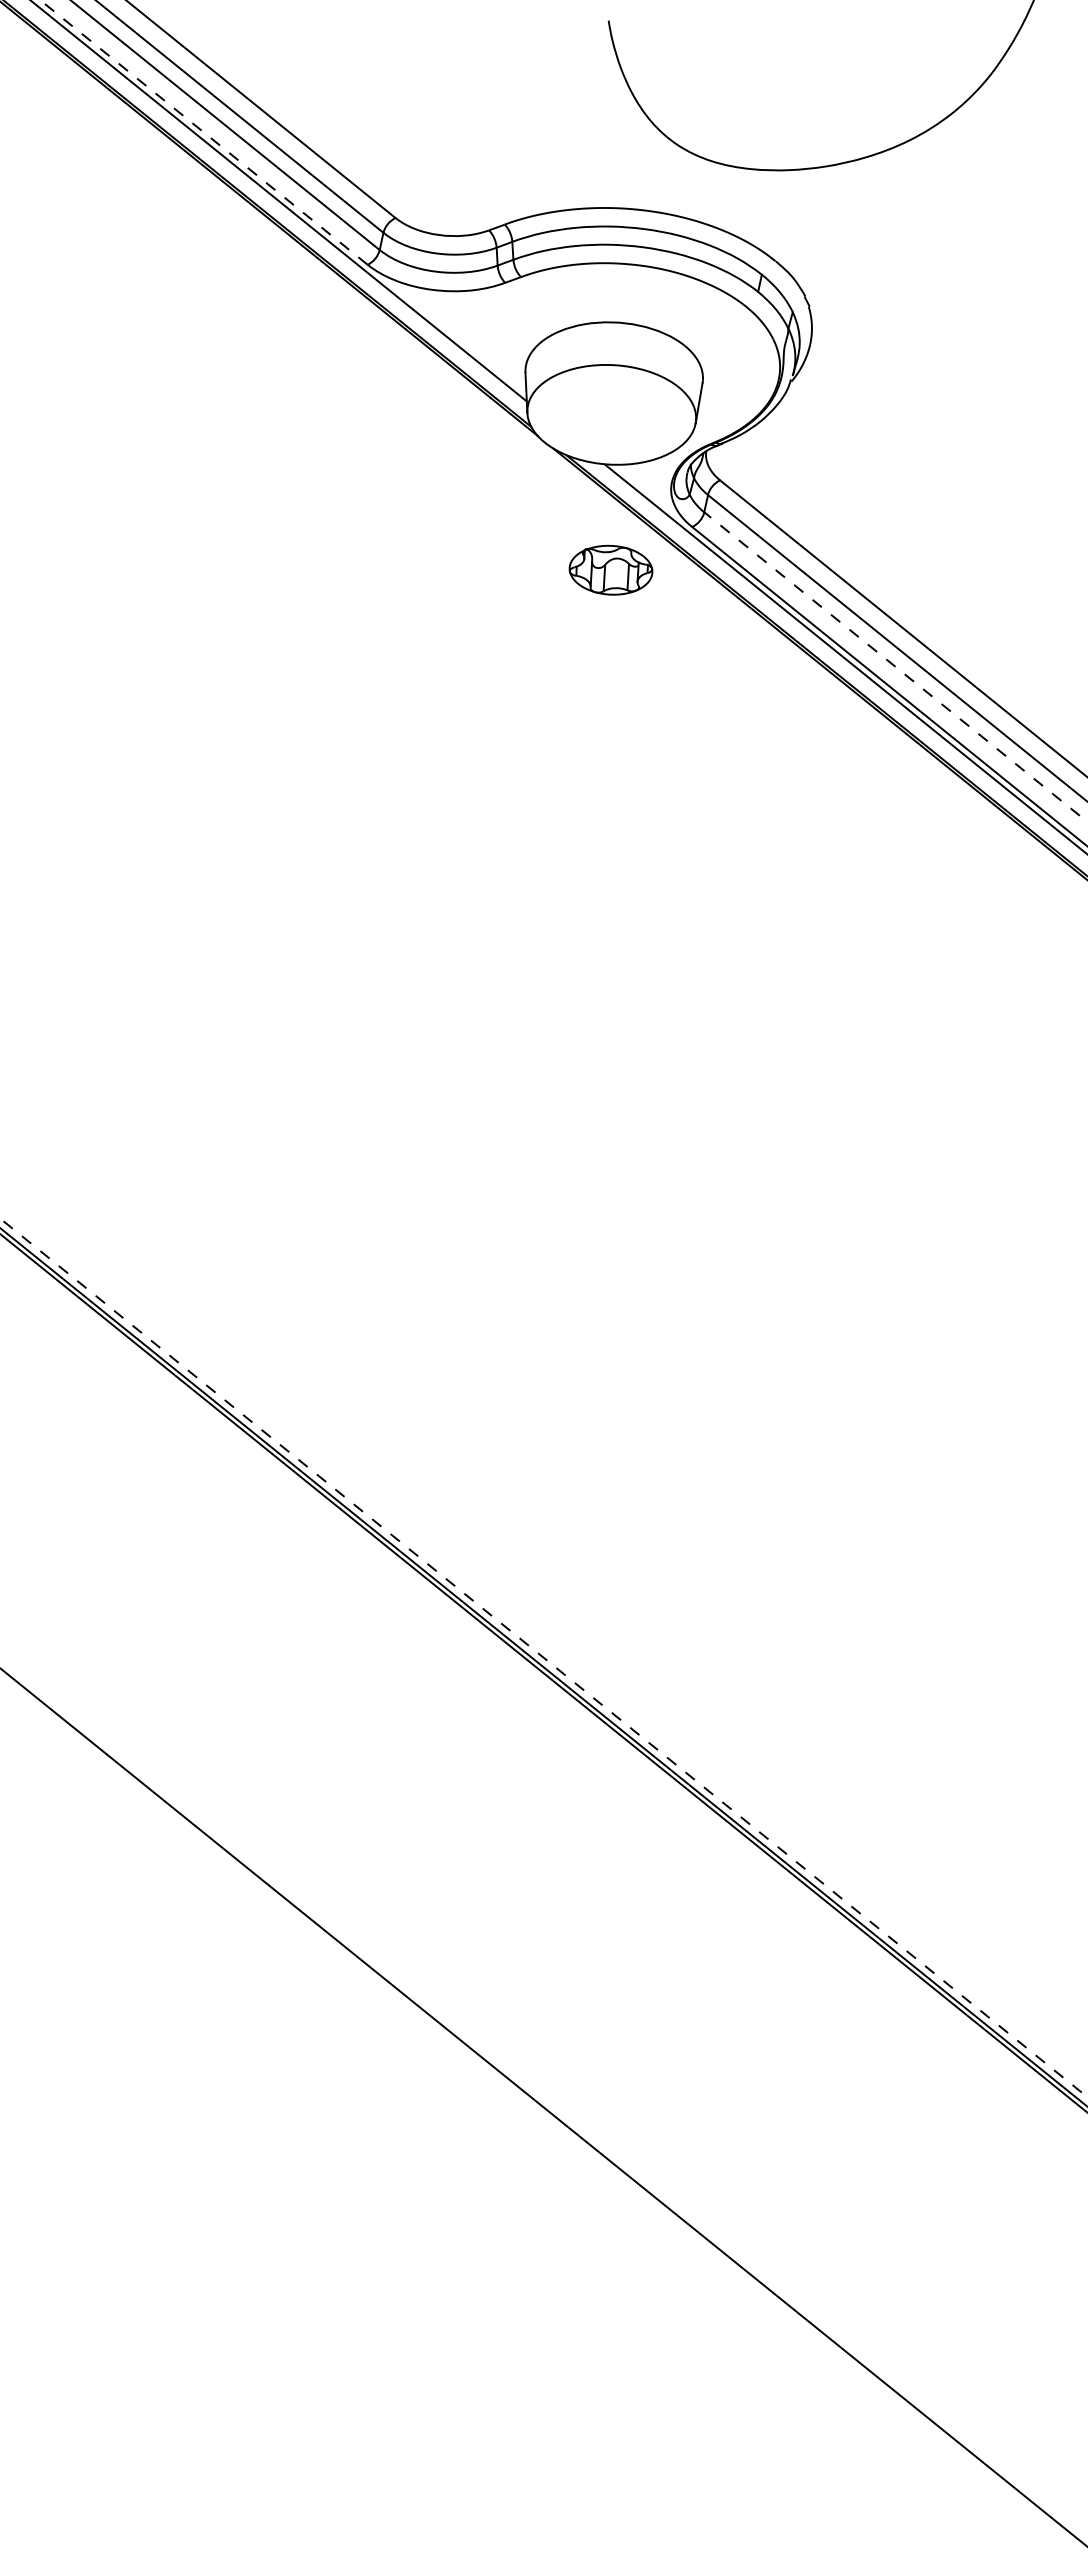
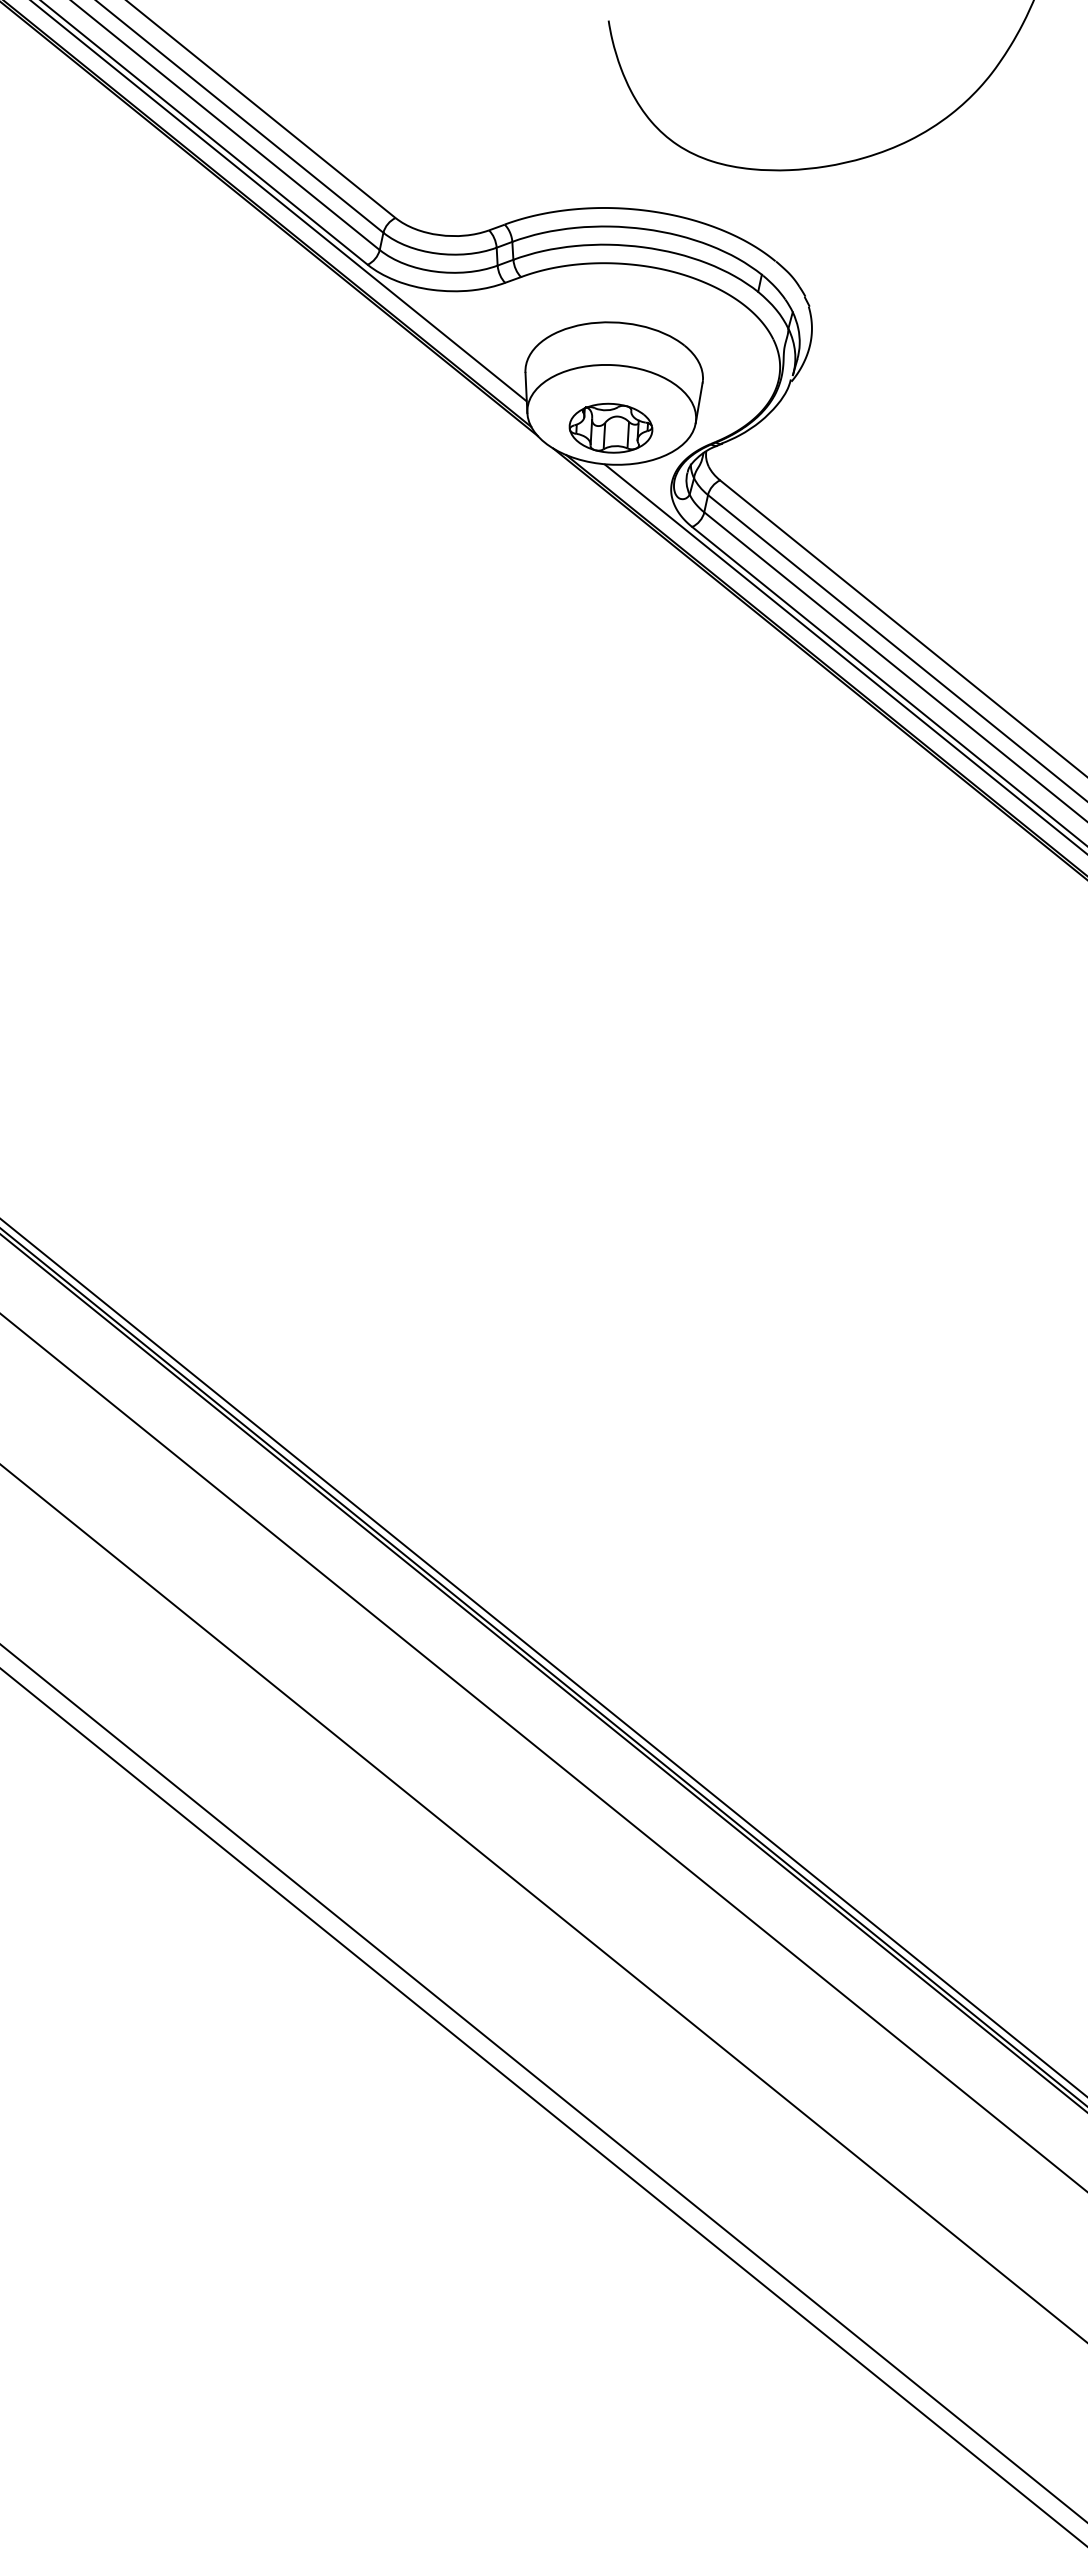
line at (203, 132): dashed -> solid
part at (610, 569) position: (610, 569) -> (610, 427)
line at (895, 666): dashed -> solid
line at (543, 1657): dashed -> solid
line at (543, 1752): none -> present
line at (543, 1902): none -> present
line at (543, 2082): none -> present
